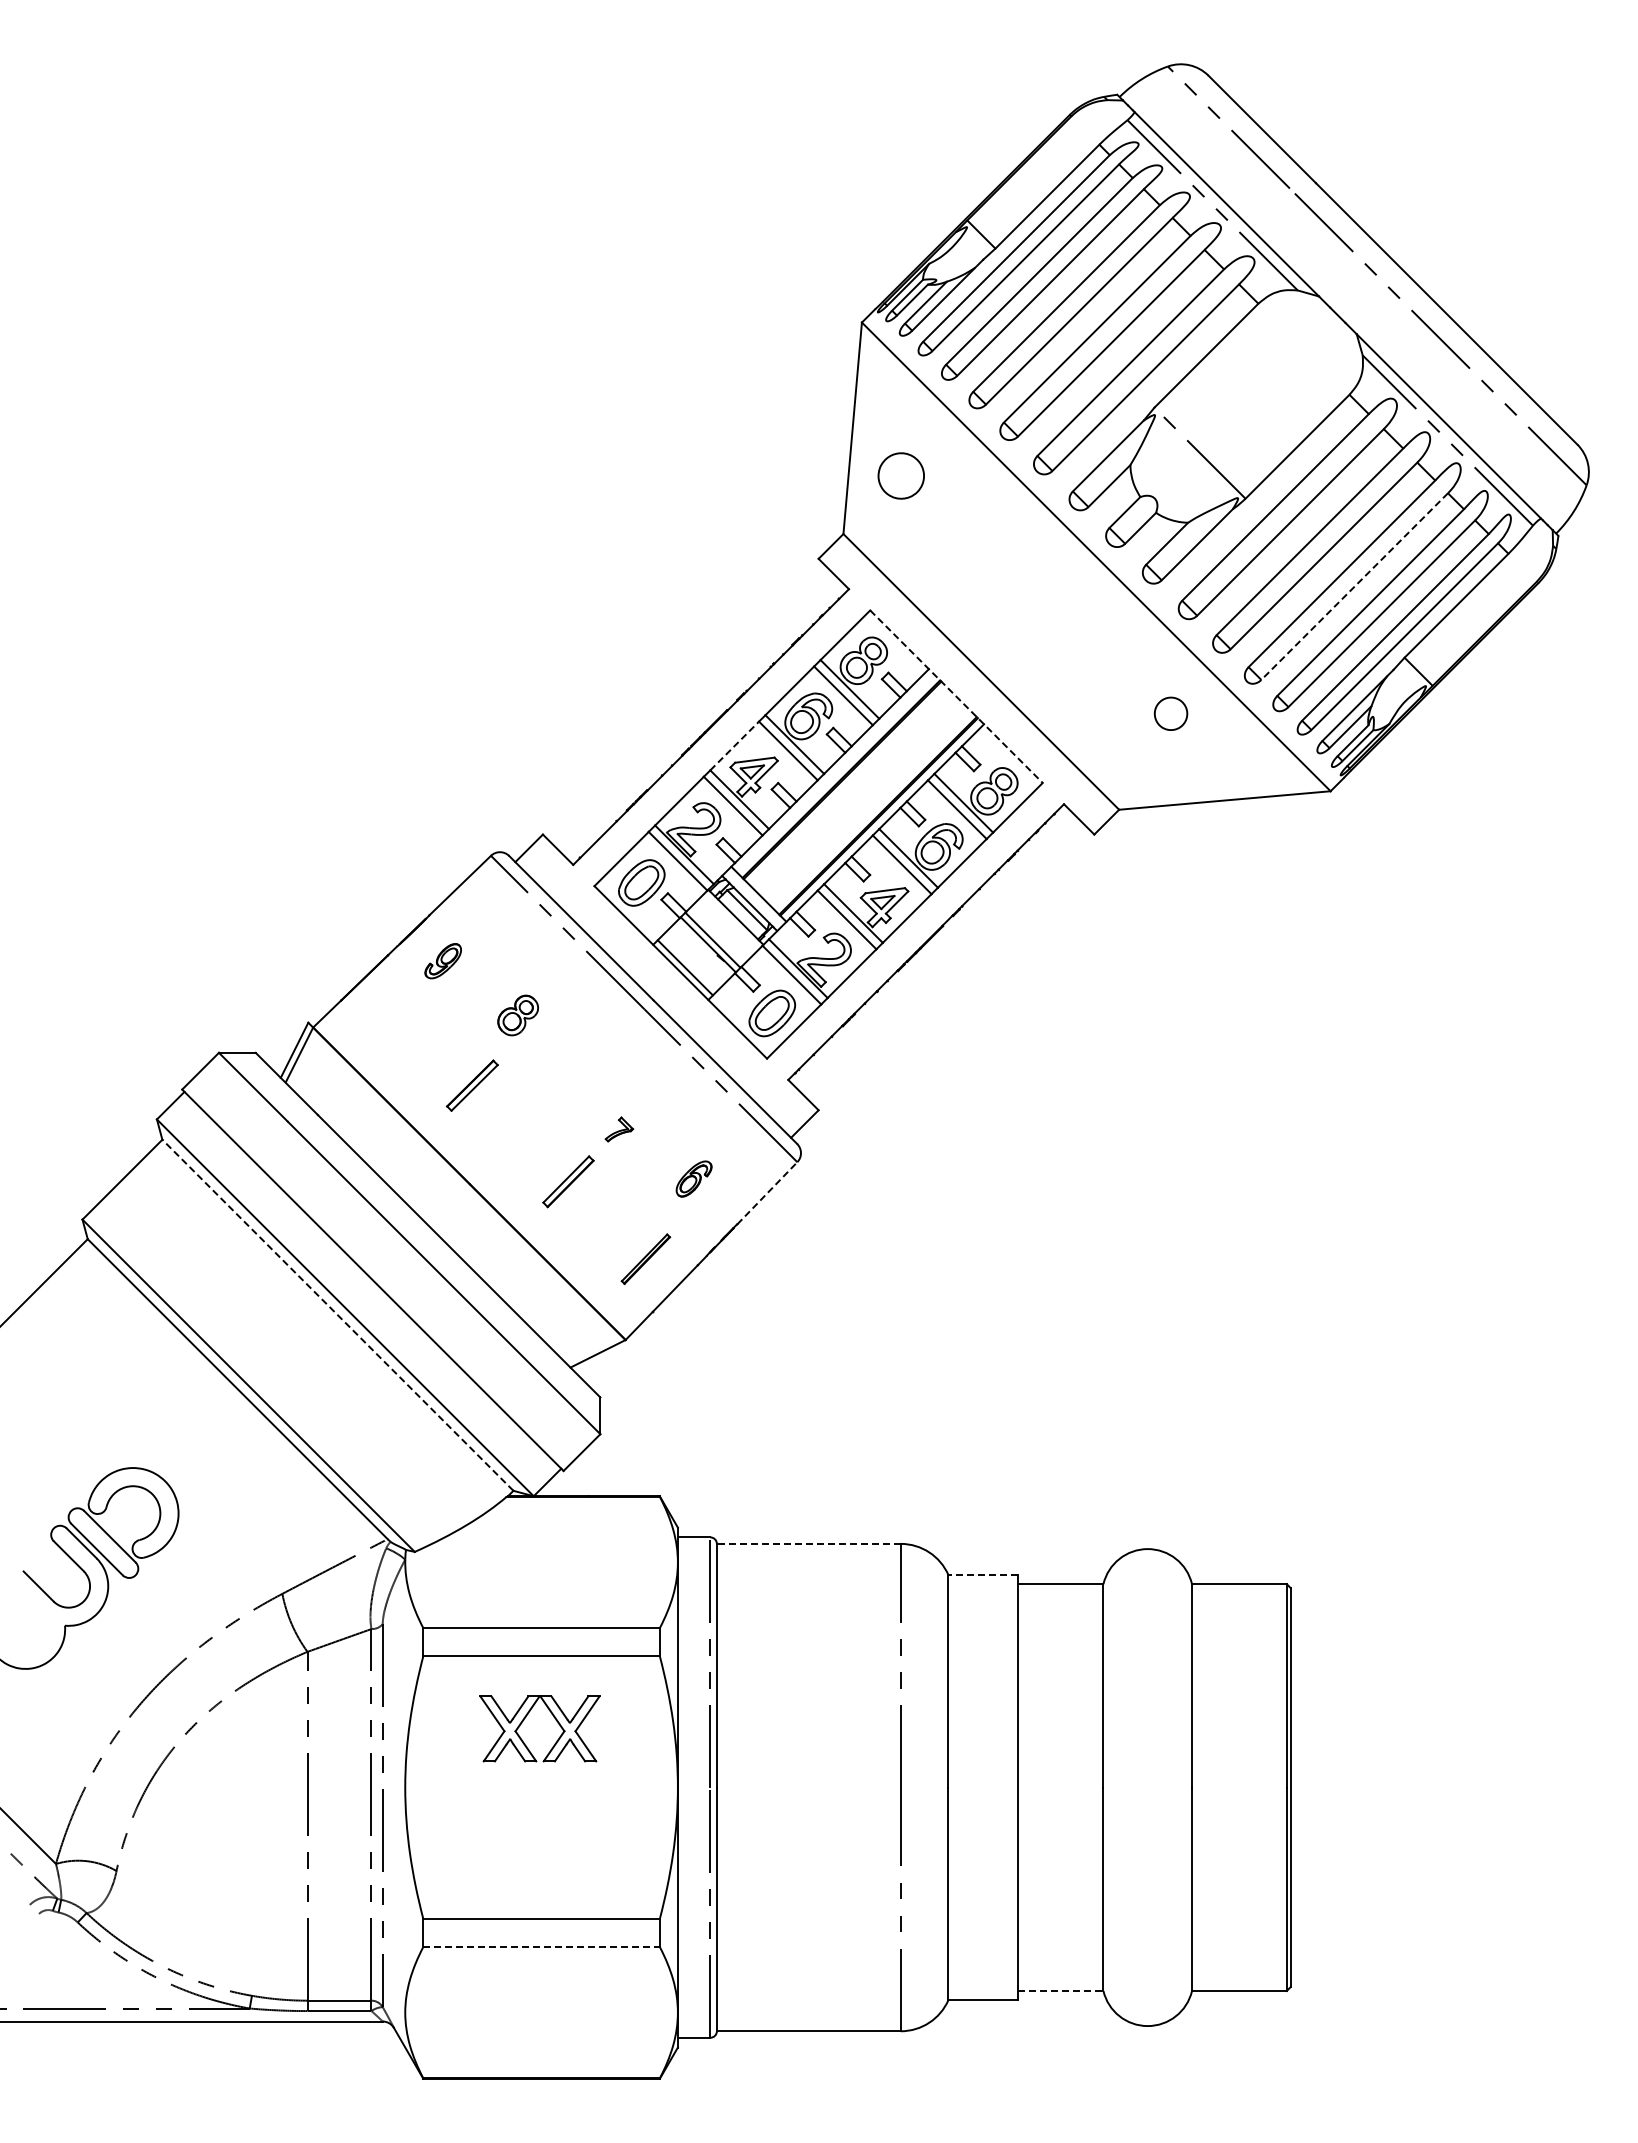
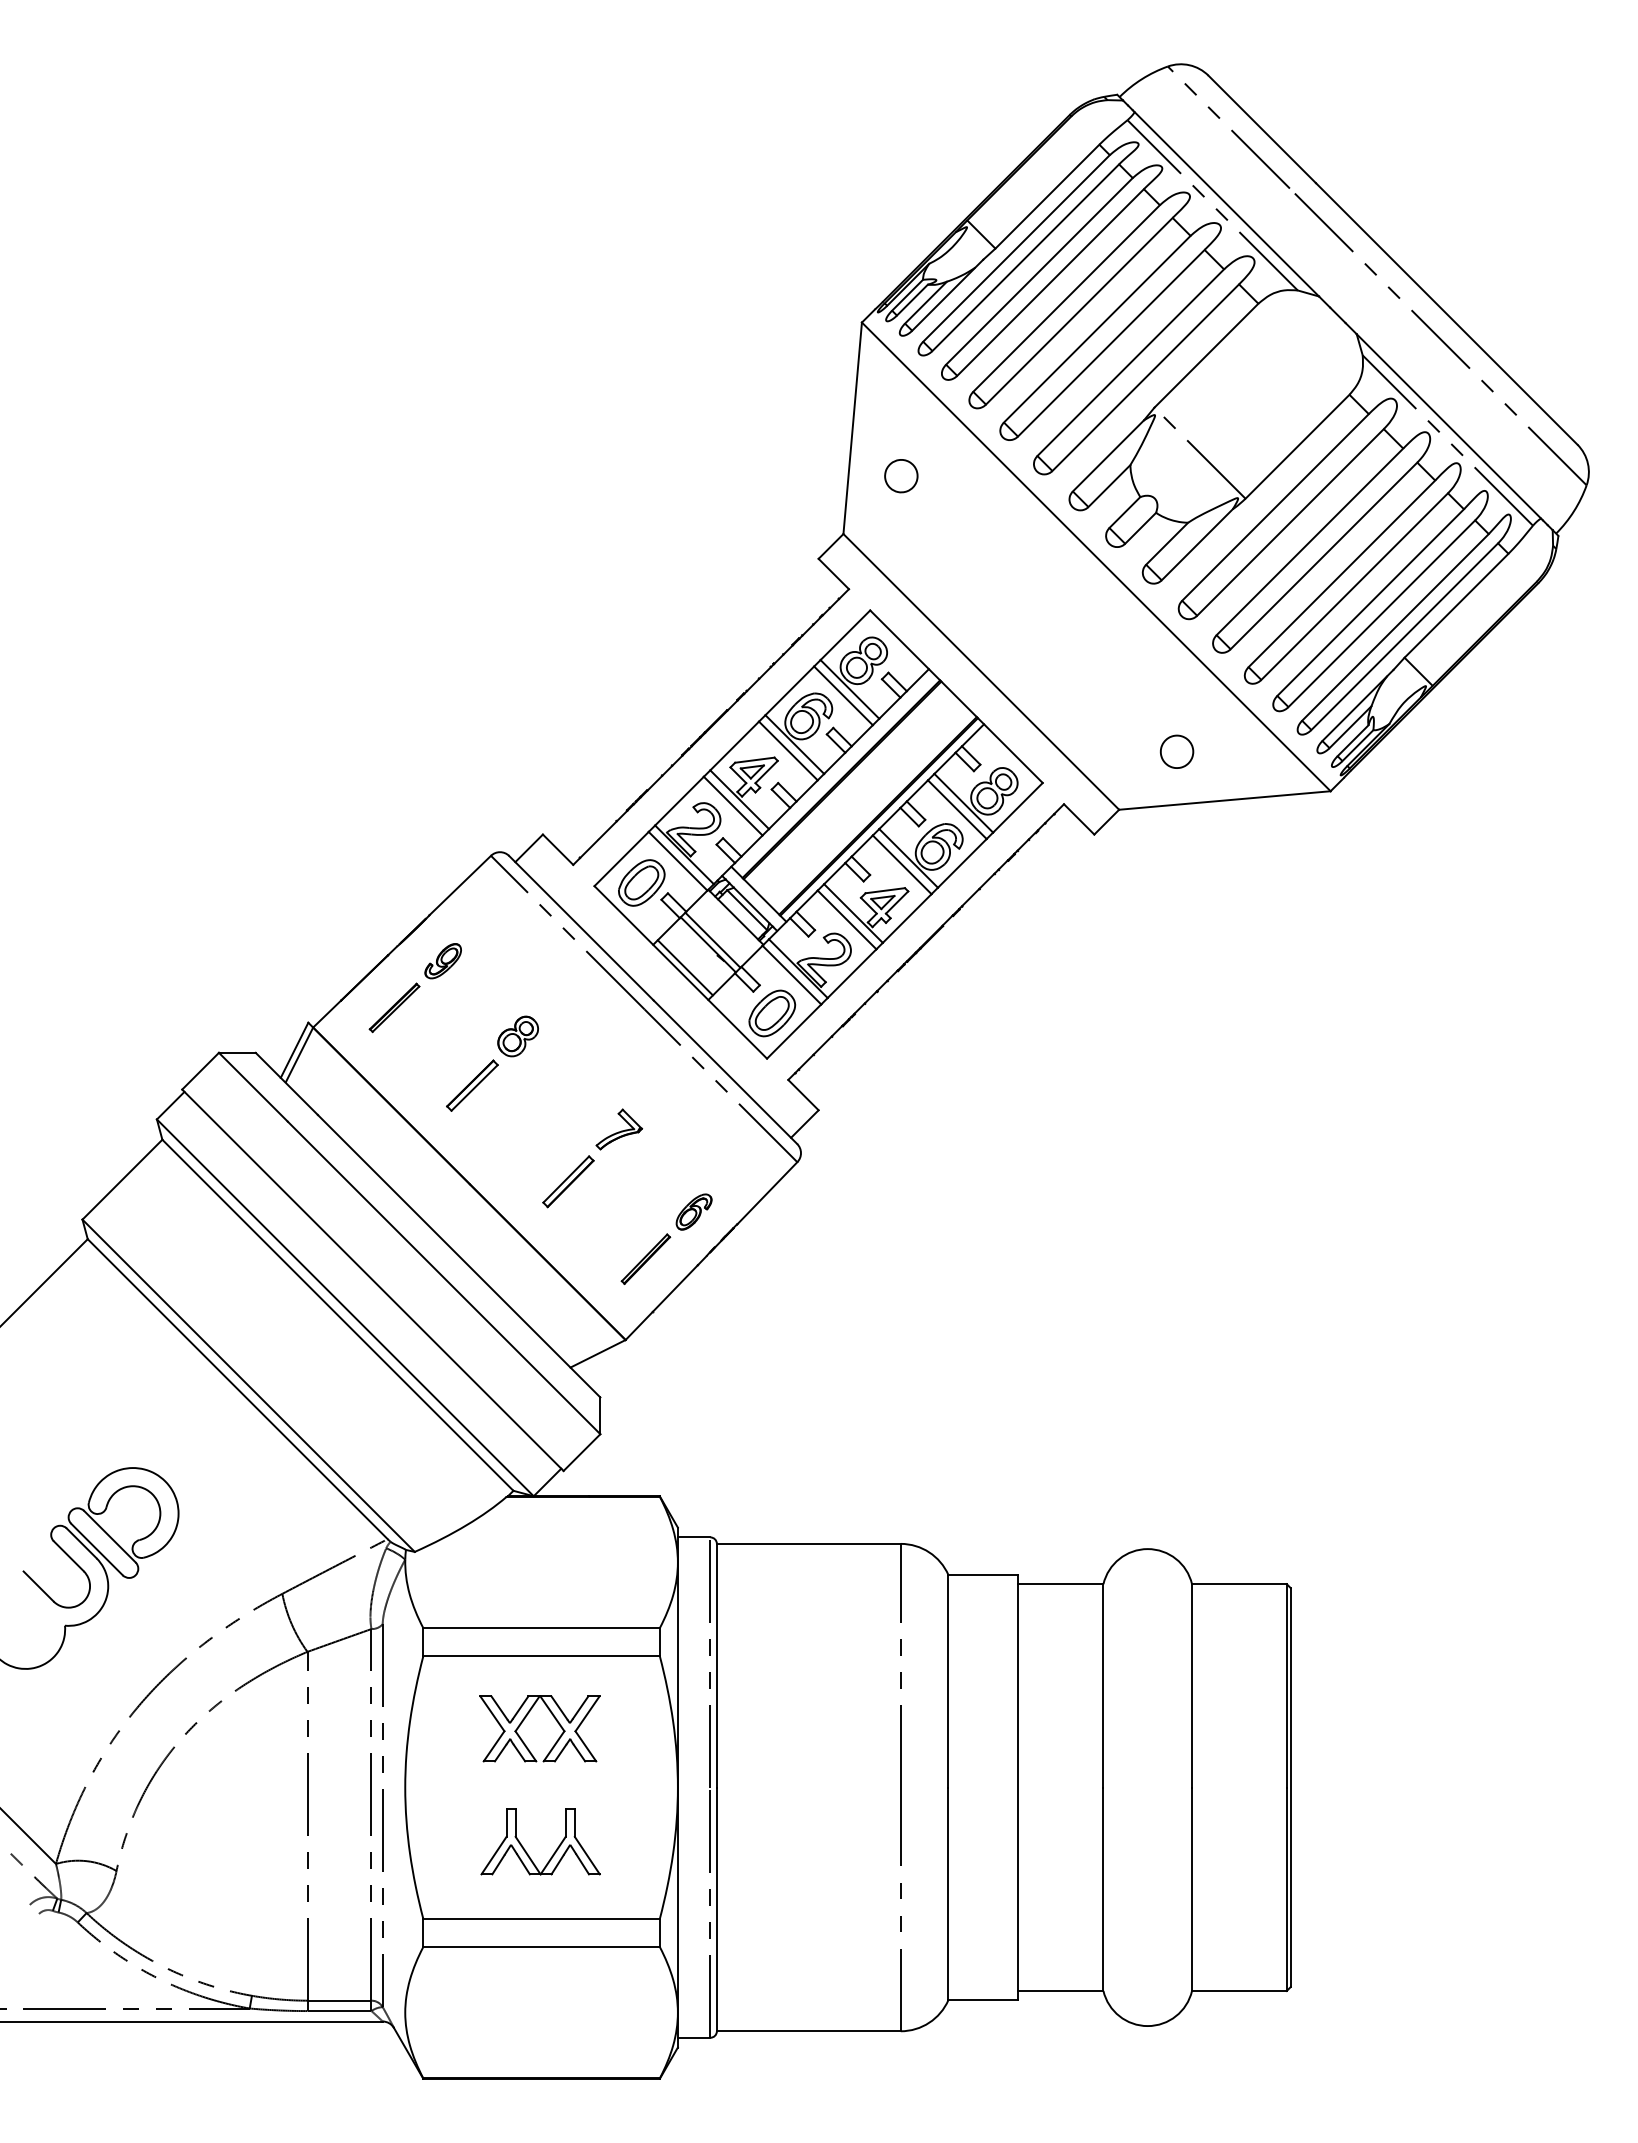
part at (900, 475) size: 48x48 px -> 35x35 px
line at (1354, 586): dashed -> solid
line at (956, 696): dashed -> solid
part at (1170, 713) position: (1170, 713) -> (1176, 751)
line at (735, 745): dashed -> solid
part at (394, 1007): none -> present
part at (517, 1015) position: (517, 1015) -> (517, 1036)
part at (619, 1129) size: 31x27 px -> 49x43 px
part at (693, 1178) position: (693, 1178) -> (693, 1211)
line at (767, 1192): dashed -> solid
line at (337, 1314): dashed -> solid
line at (808, 1543): dashed -> solid
line at (983, 1575): dashed -> solid
part at (525, 1849): none -> present
line at (542, 1947): dashed -> solid
line at (1060, 1990): dashed -> solid
